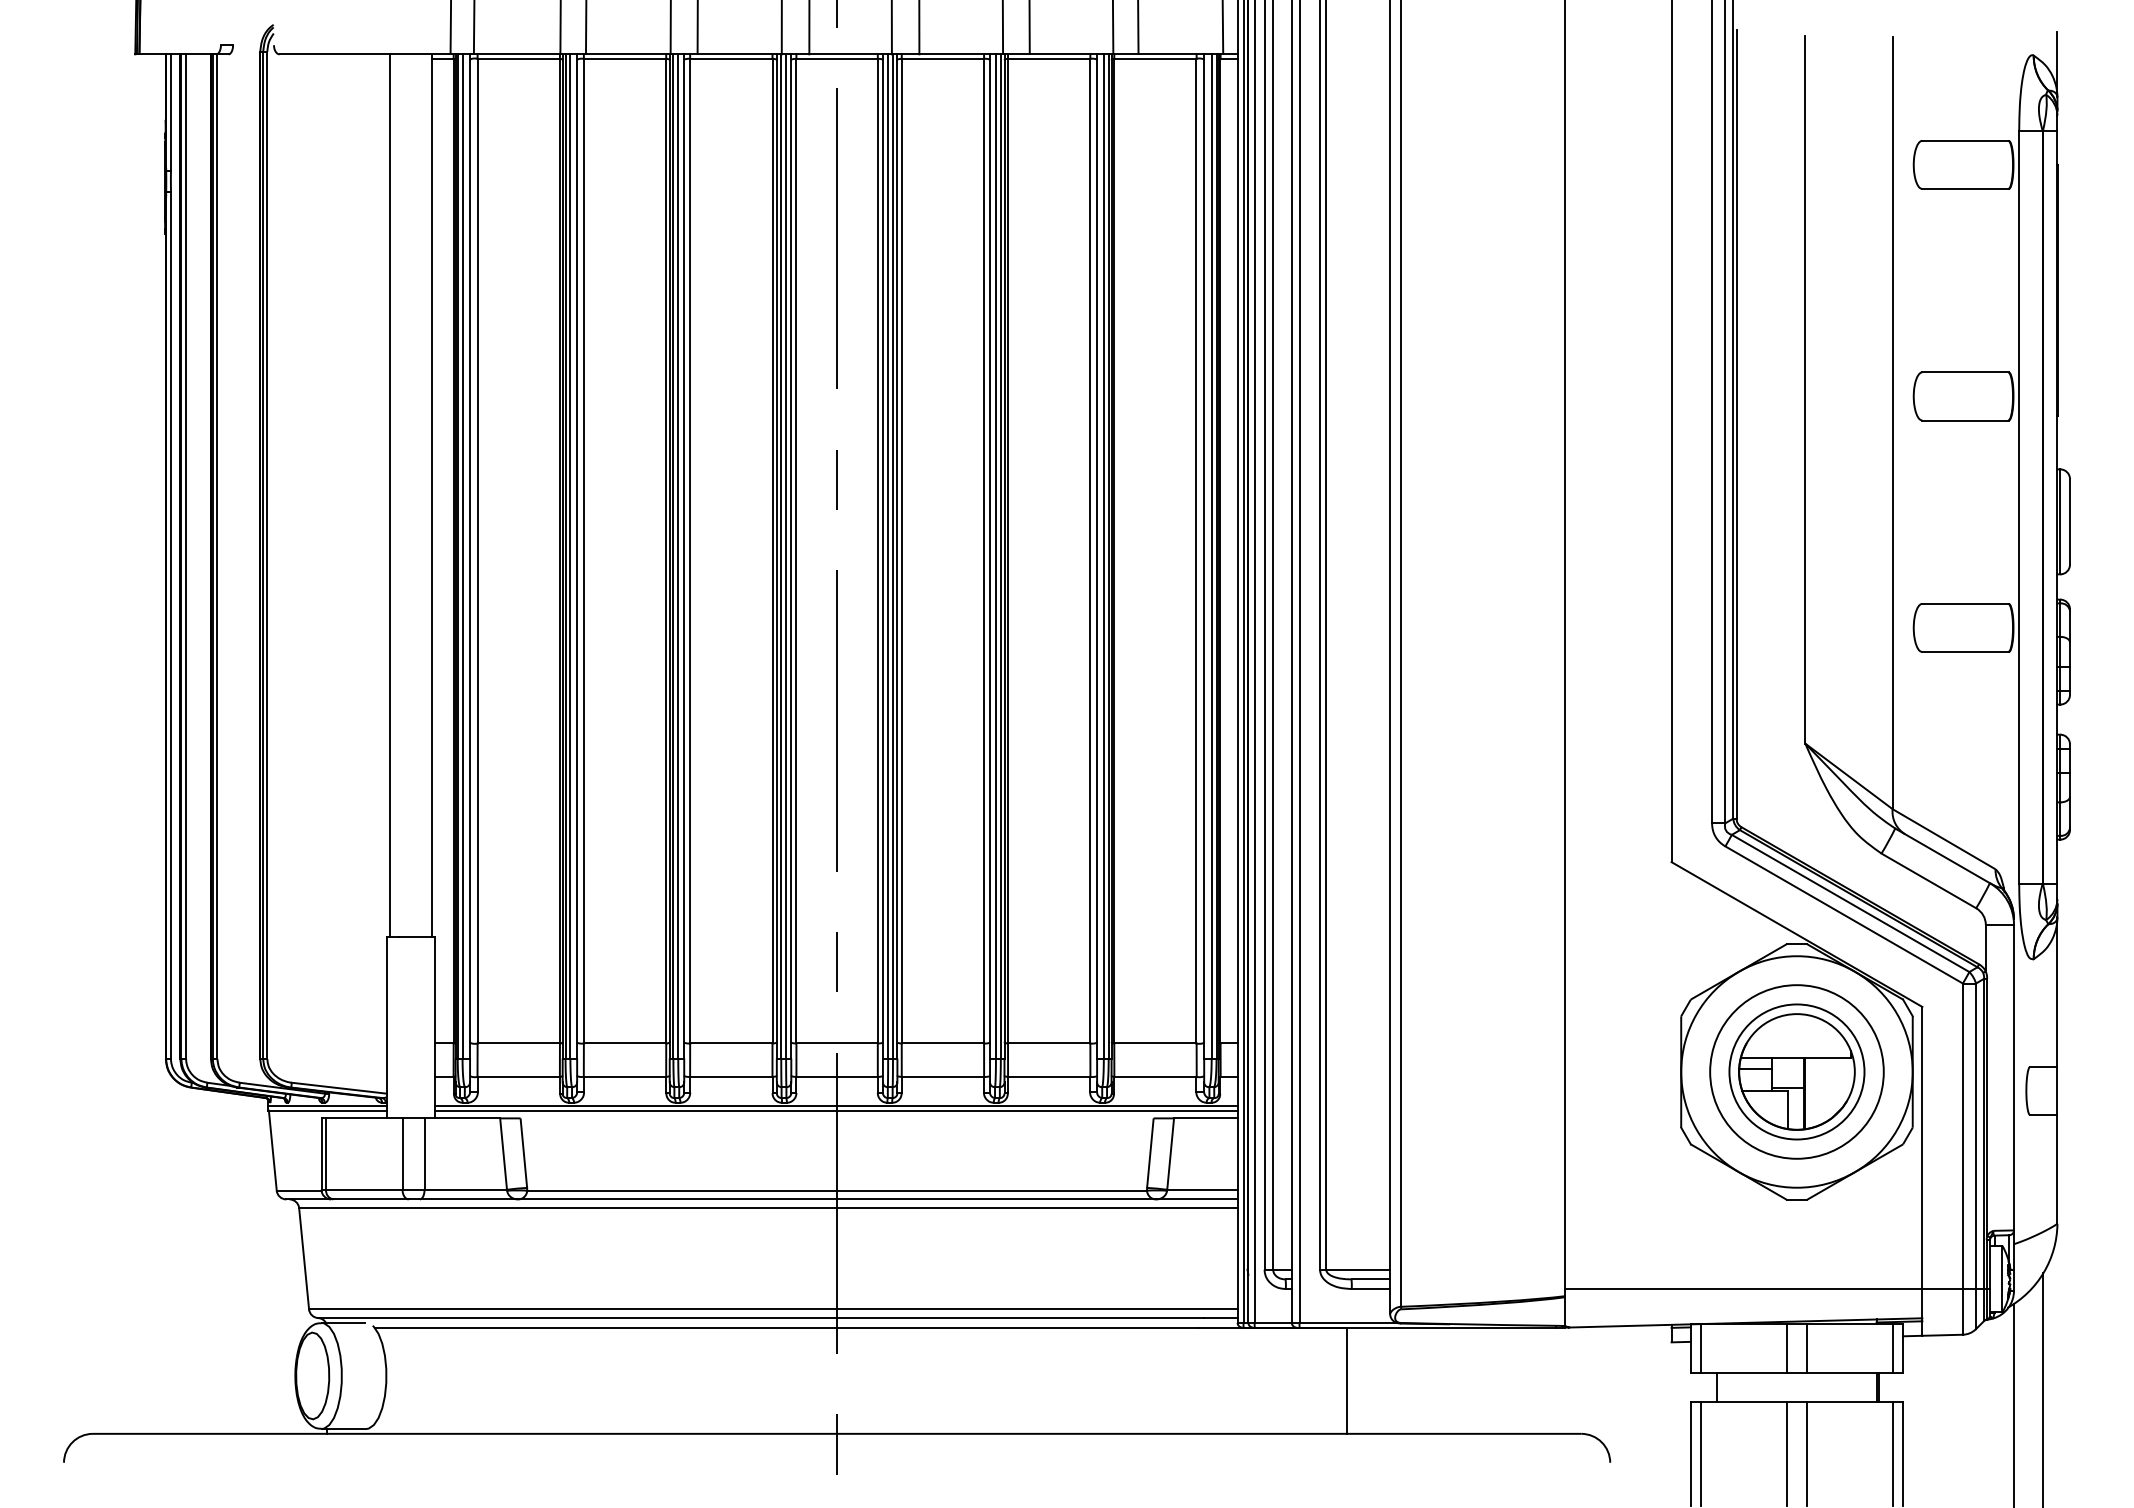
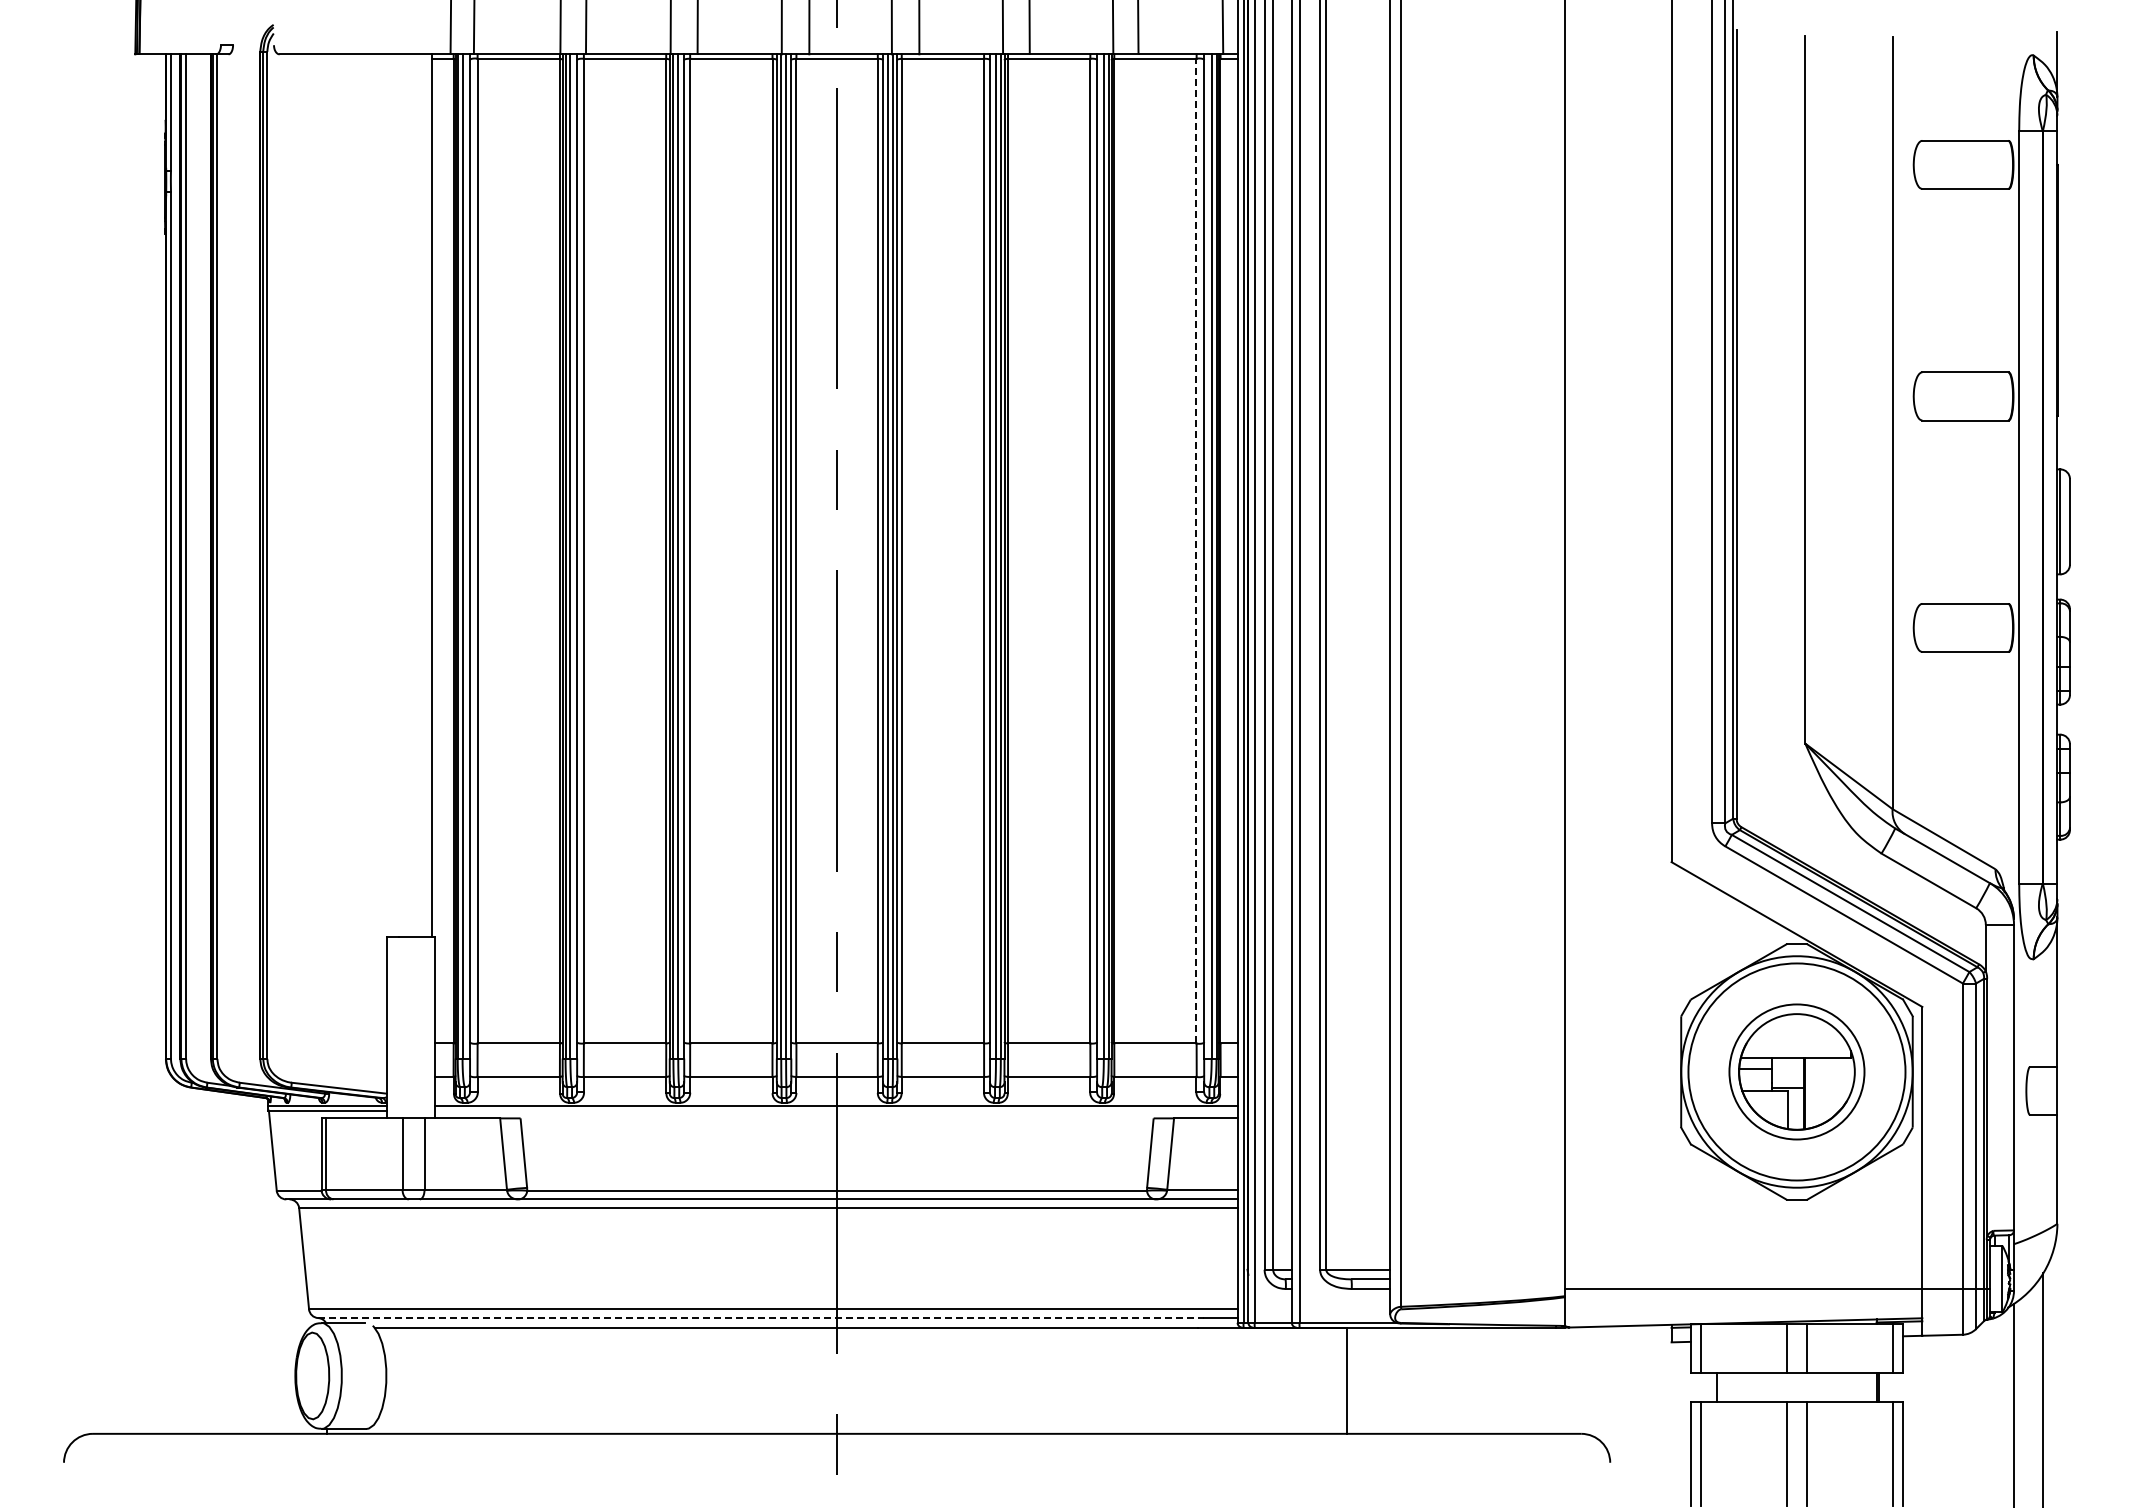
line at (390, 495): present -> none
line at (1196, 550): solid -> dashed
circle at (1796, 1071) diameter: 174 px -> 217 px
line at (835, 1110): present -> none
line at (761, 1318): solid -> dashed
